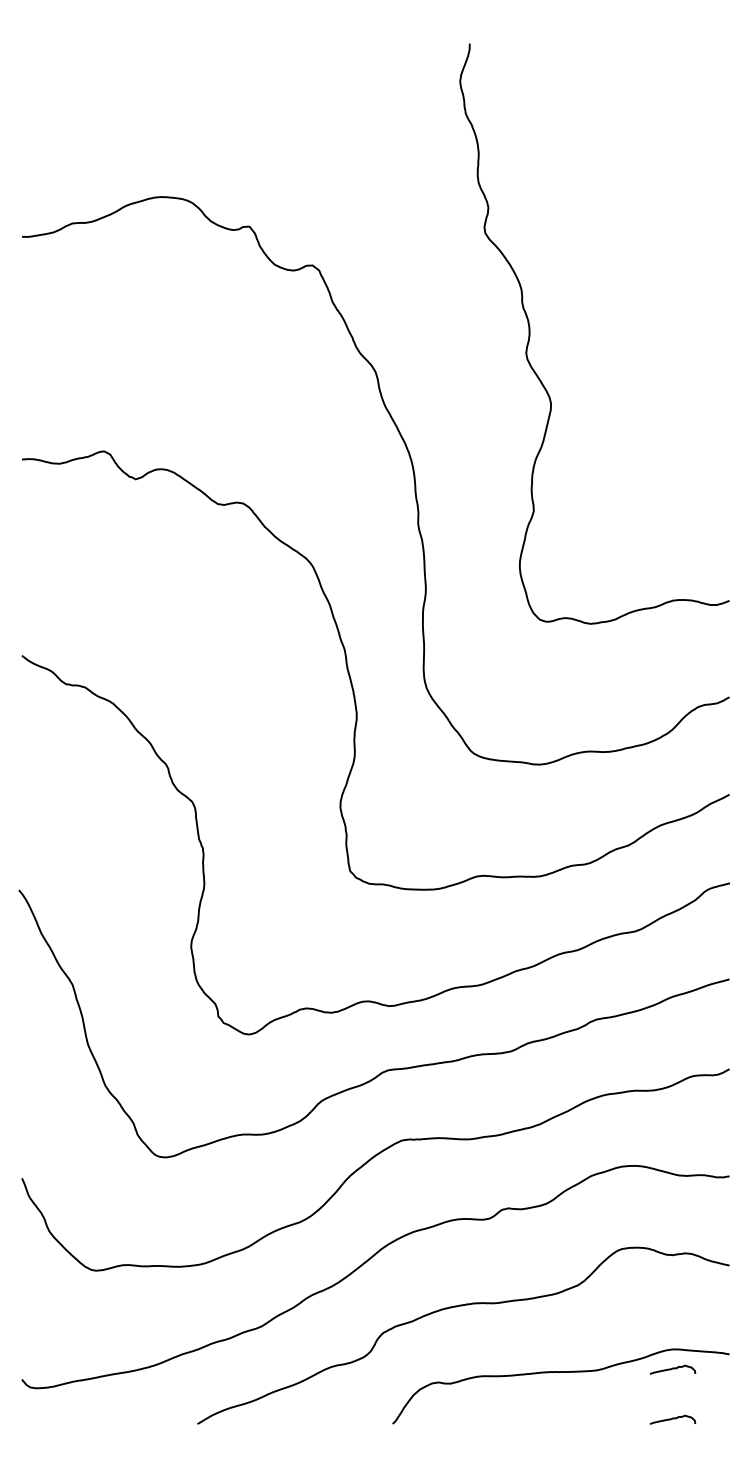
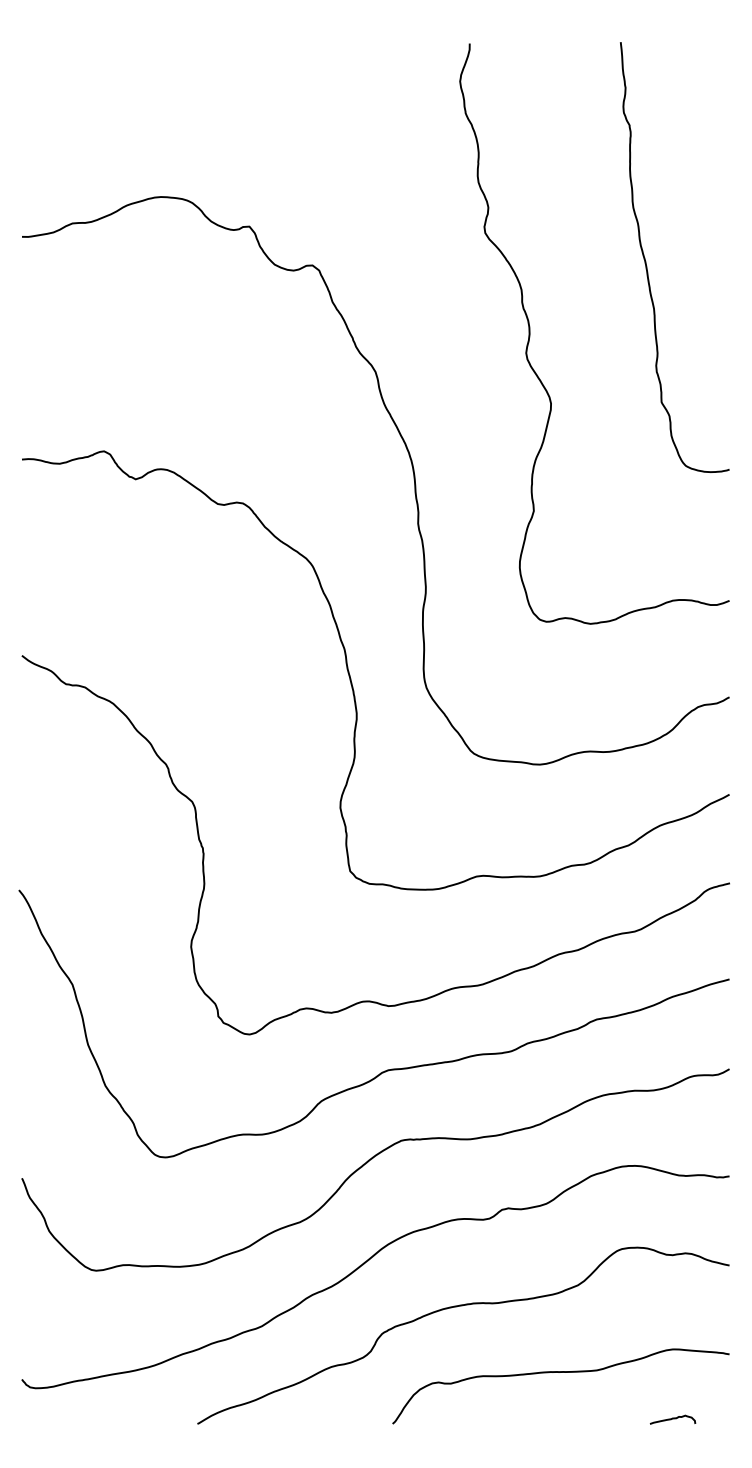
curve at (646, 261): none -> present
curve at (672, 1369): present -> none
